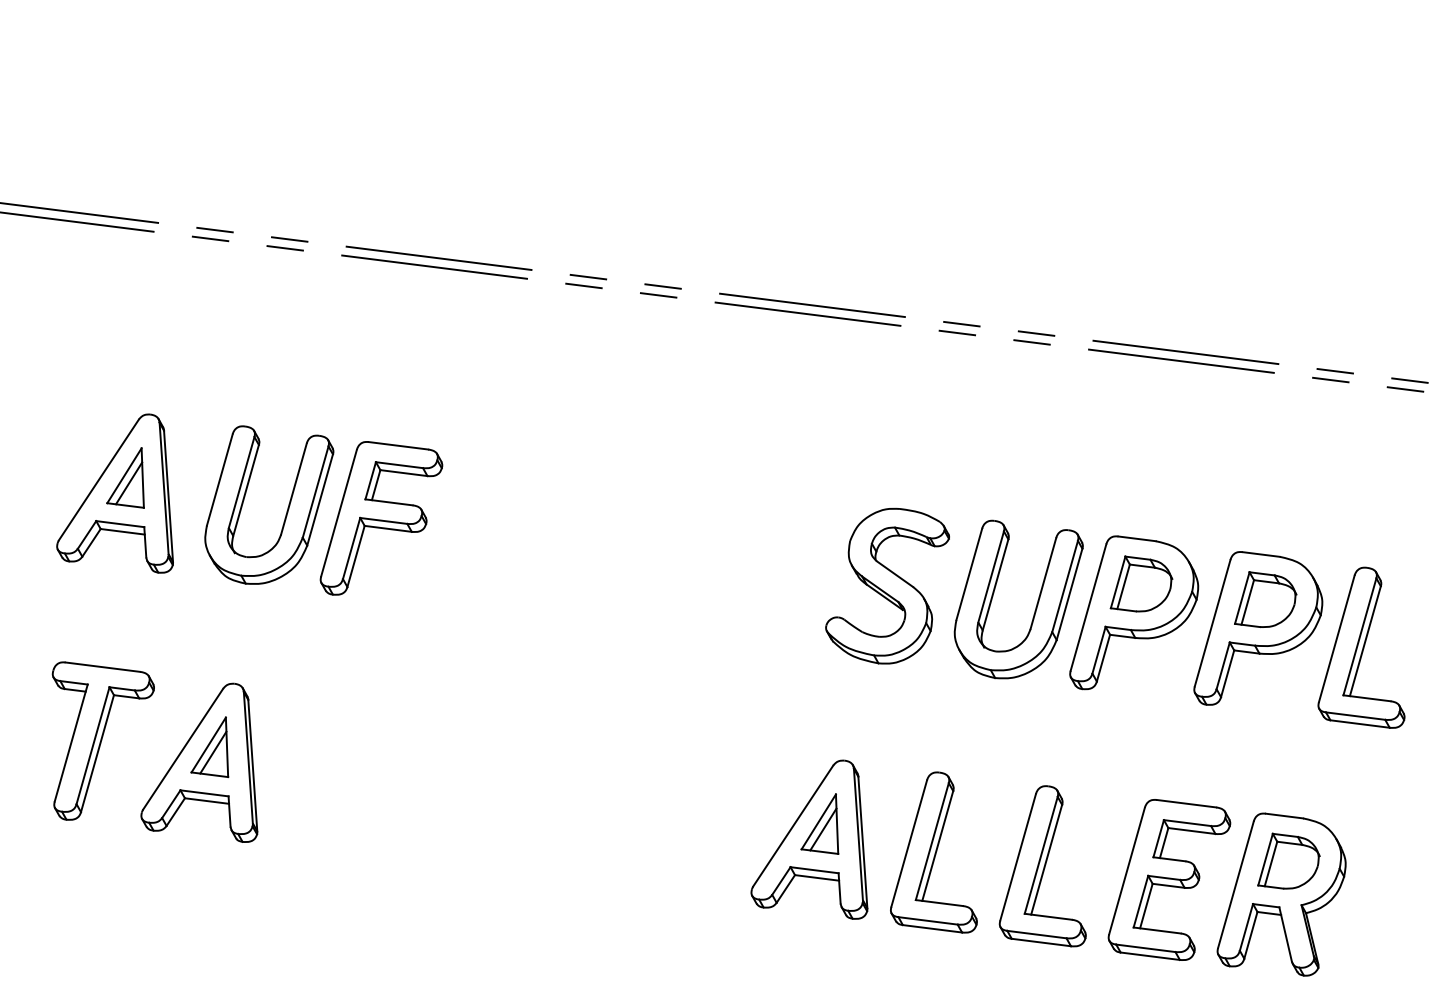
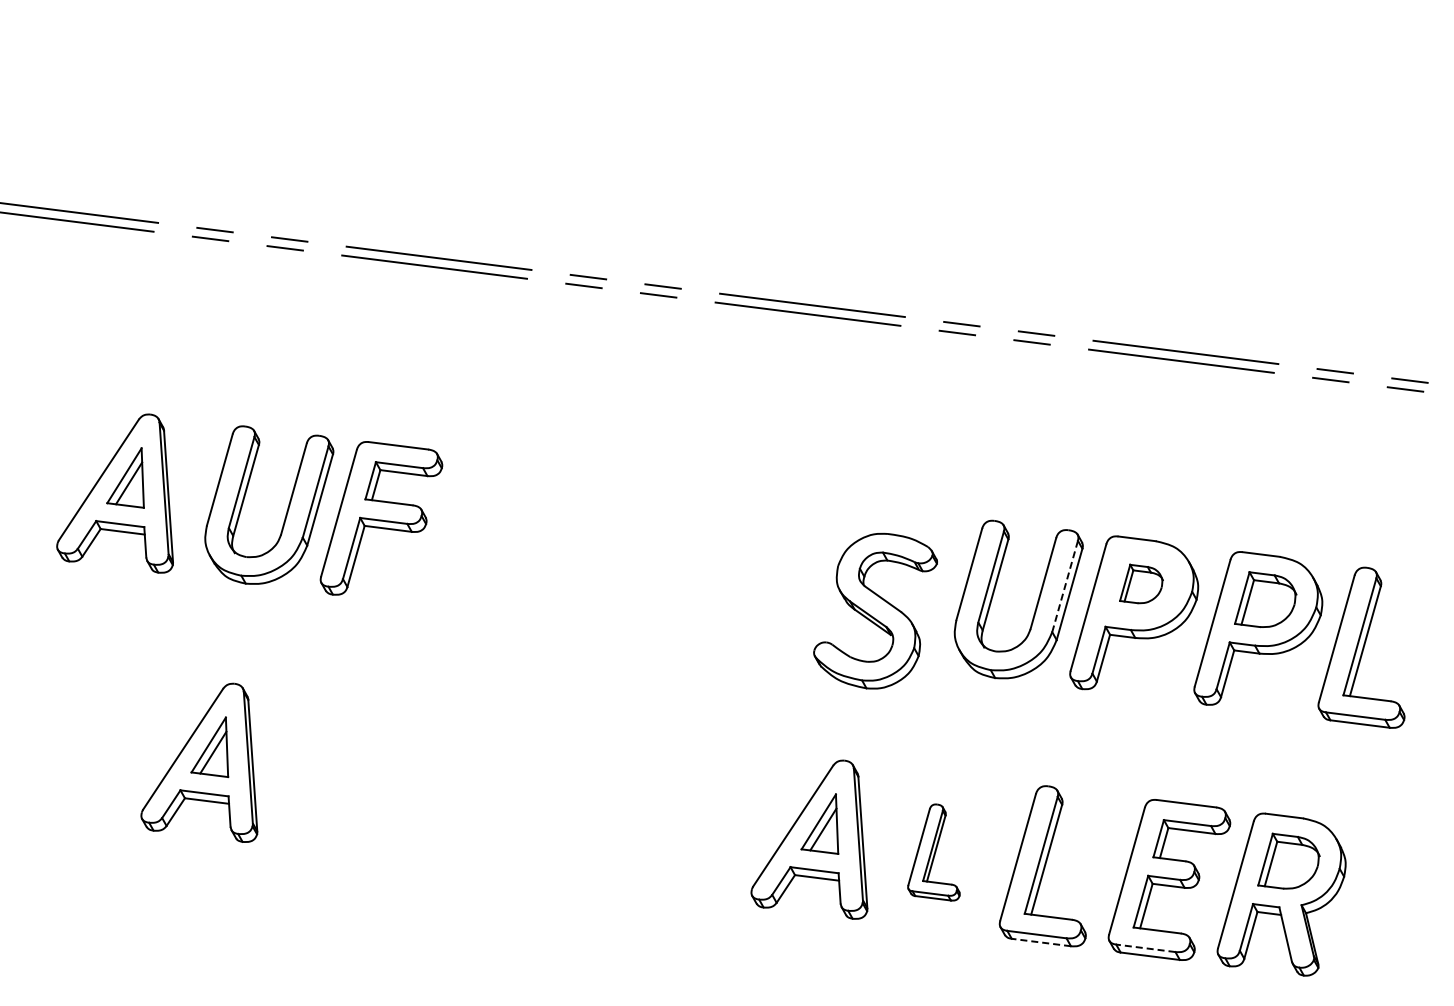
part at (1141, 583) size: 65x58 px -> 45x42 px
part at (887, 585) position: (887, 585) -> (875, 610)
line at (1064, 586): solid -> dashed
part at (102, 740): present -> none
part at (933, 852) size: 88x163 px -> 54x99 px
line at (1041, 942): solid -> dashed
line at (1145, 948): solid -> dashed
